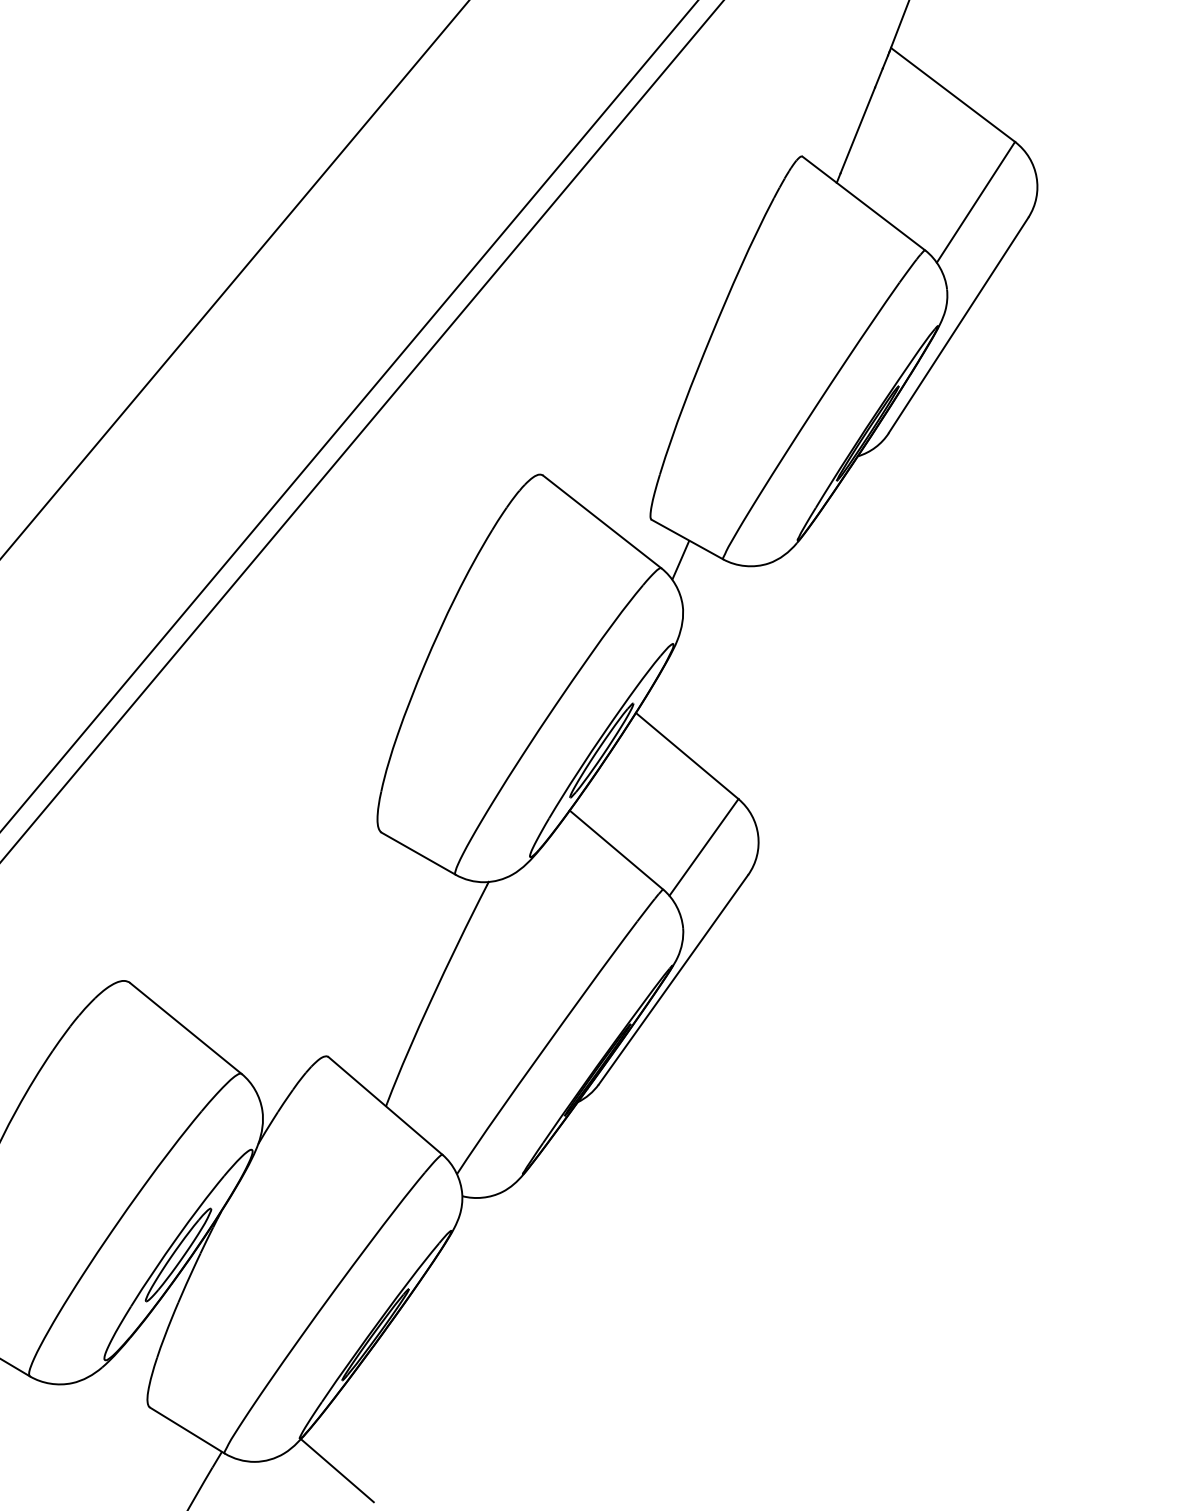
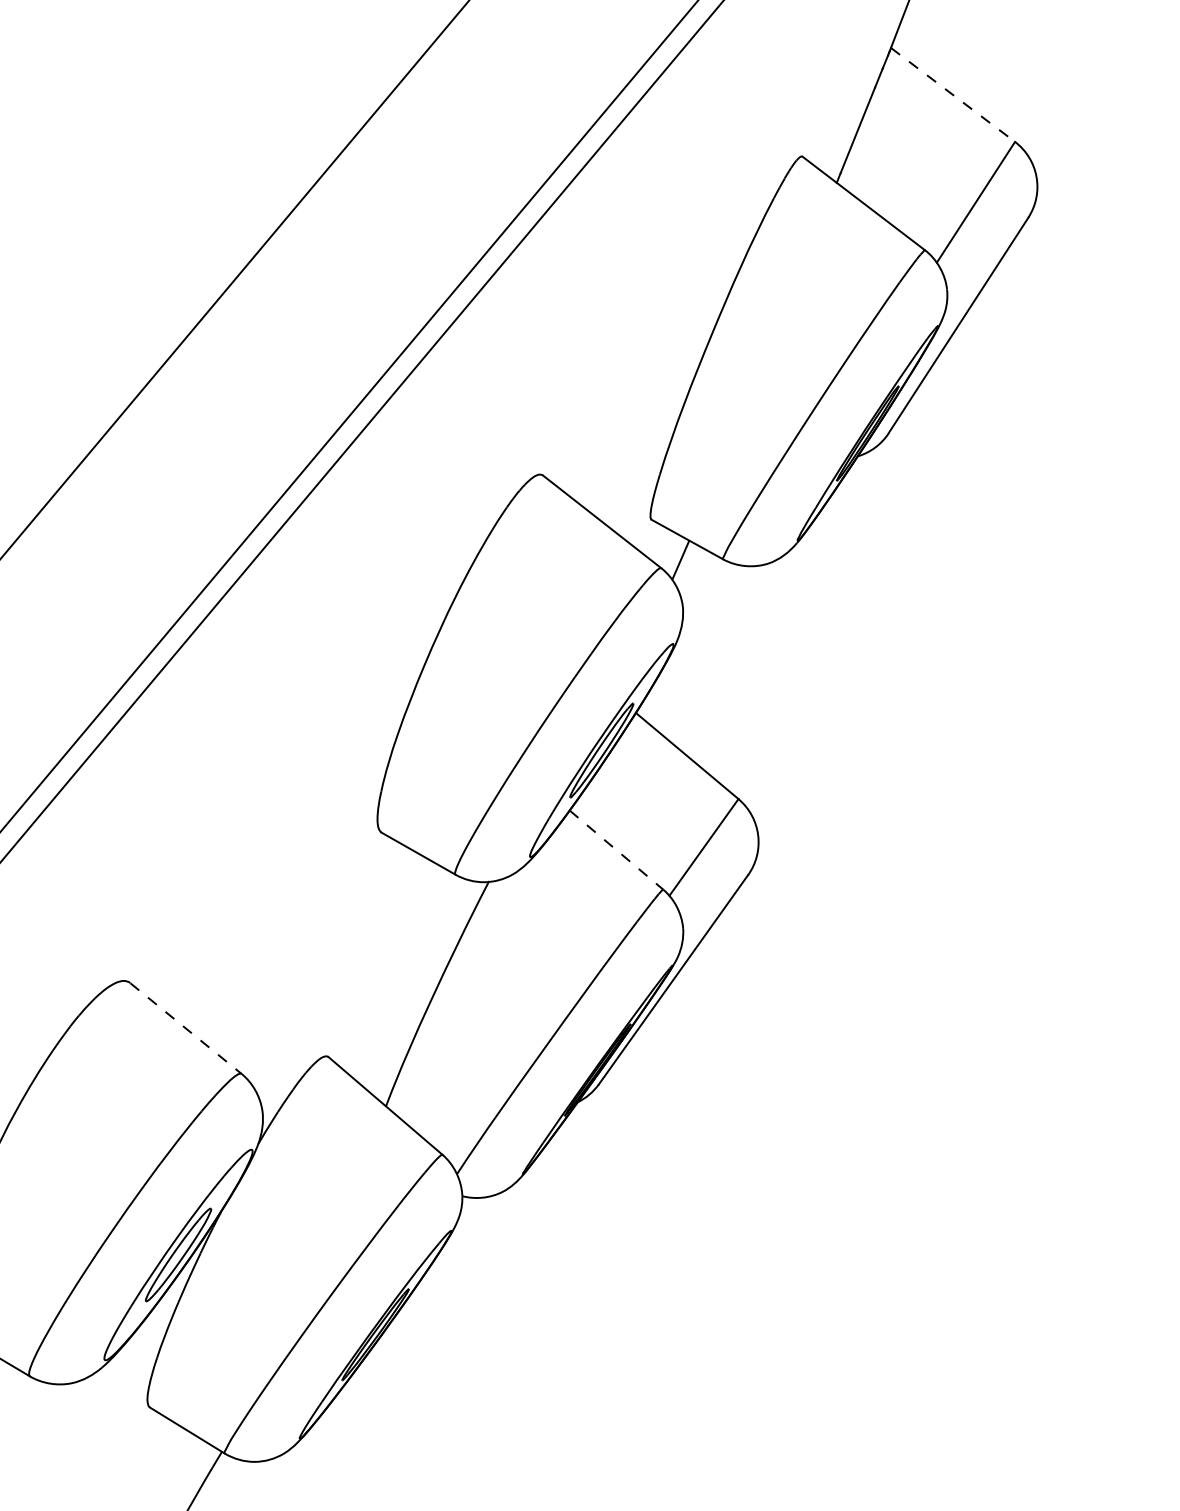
line at (953, 94): solid -> dashed
line at (616, 850): solid -> dashed
line at (186, 1028): solid -> dashed
line at (337, 1470): present -> none
